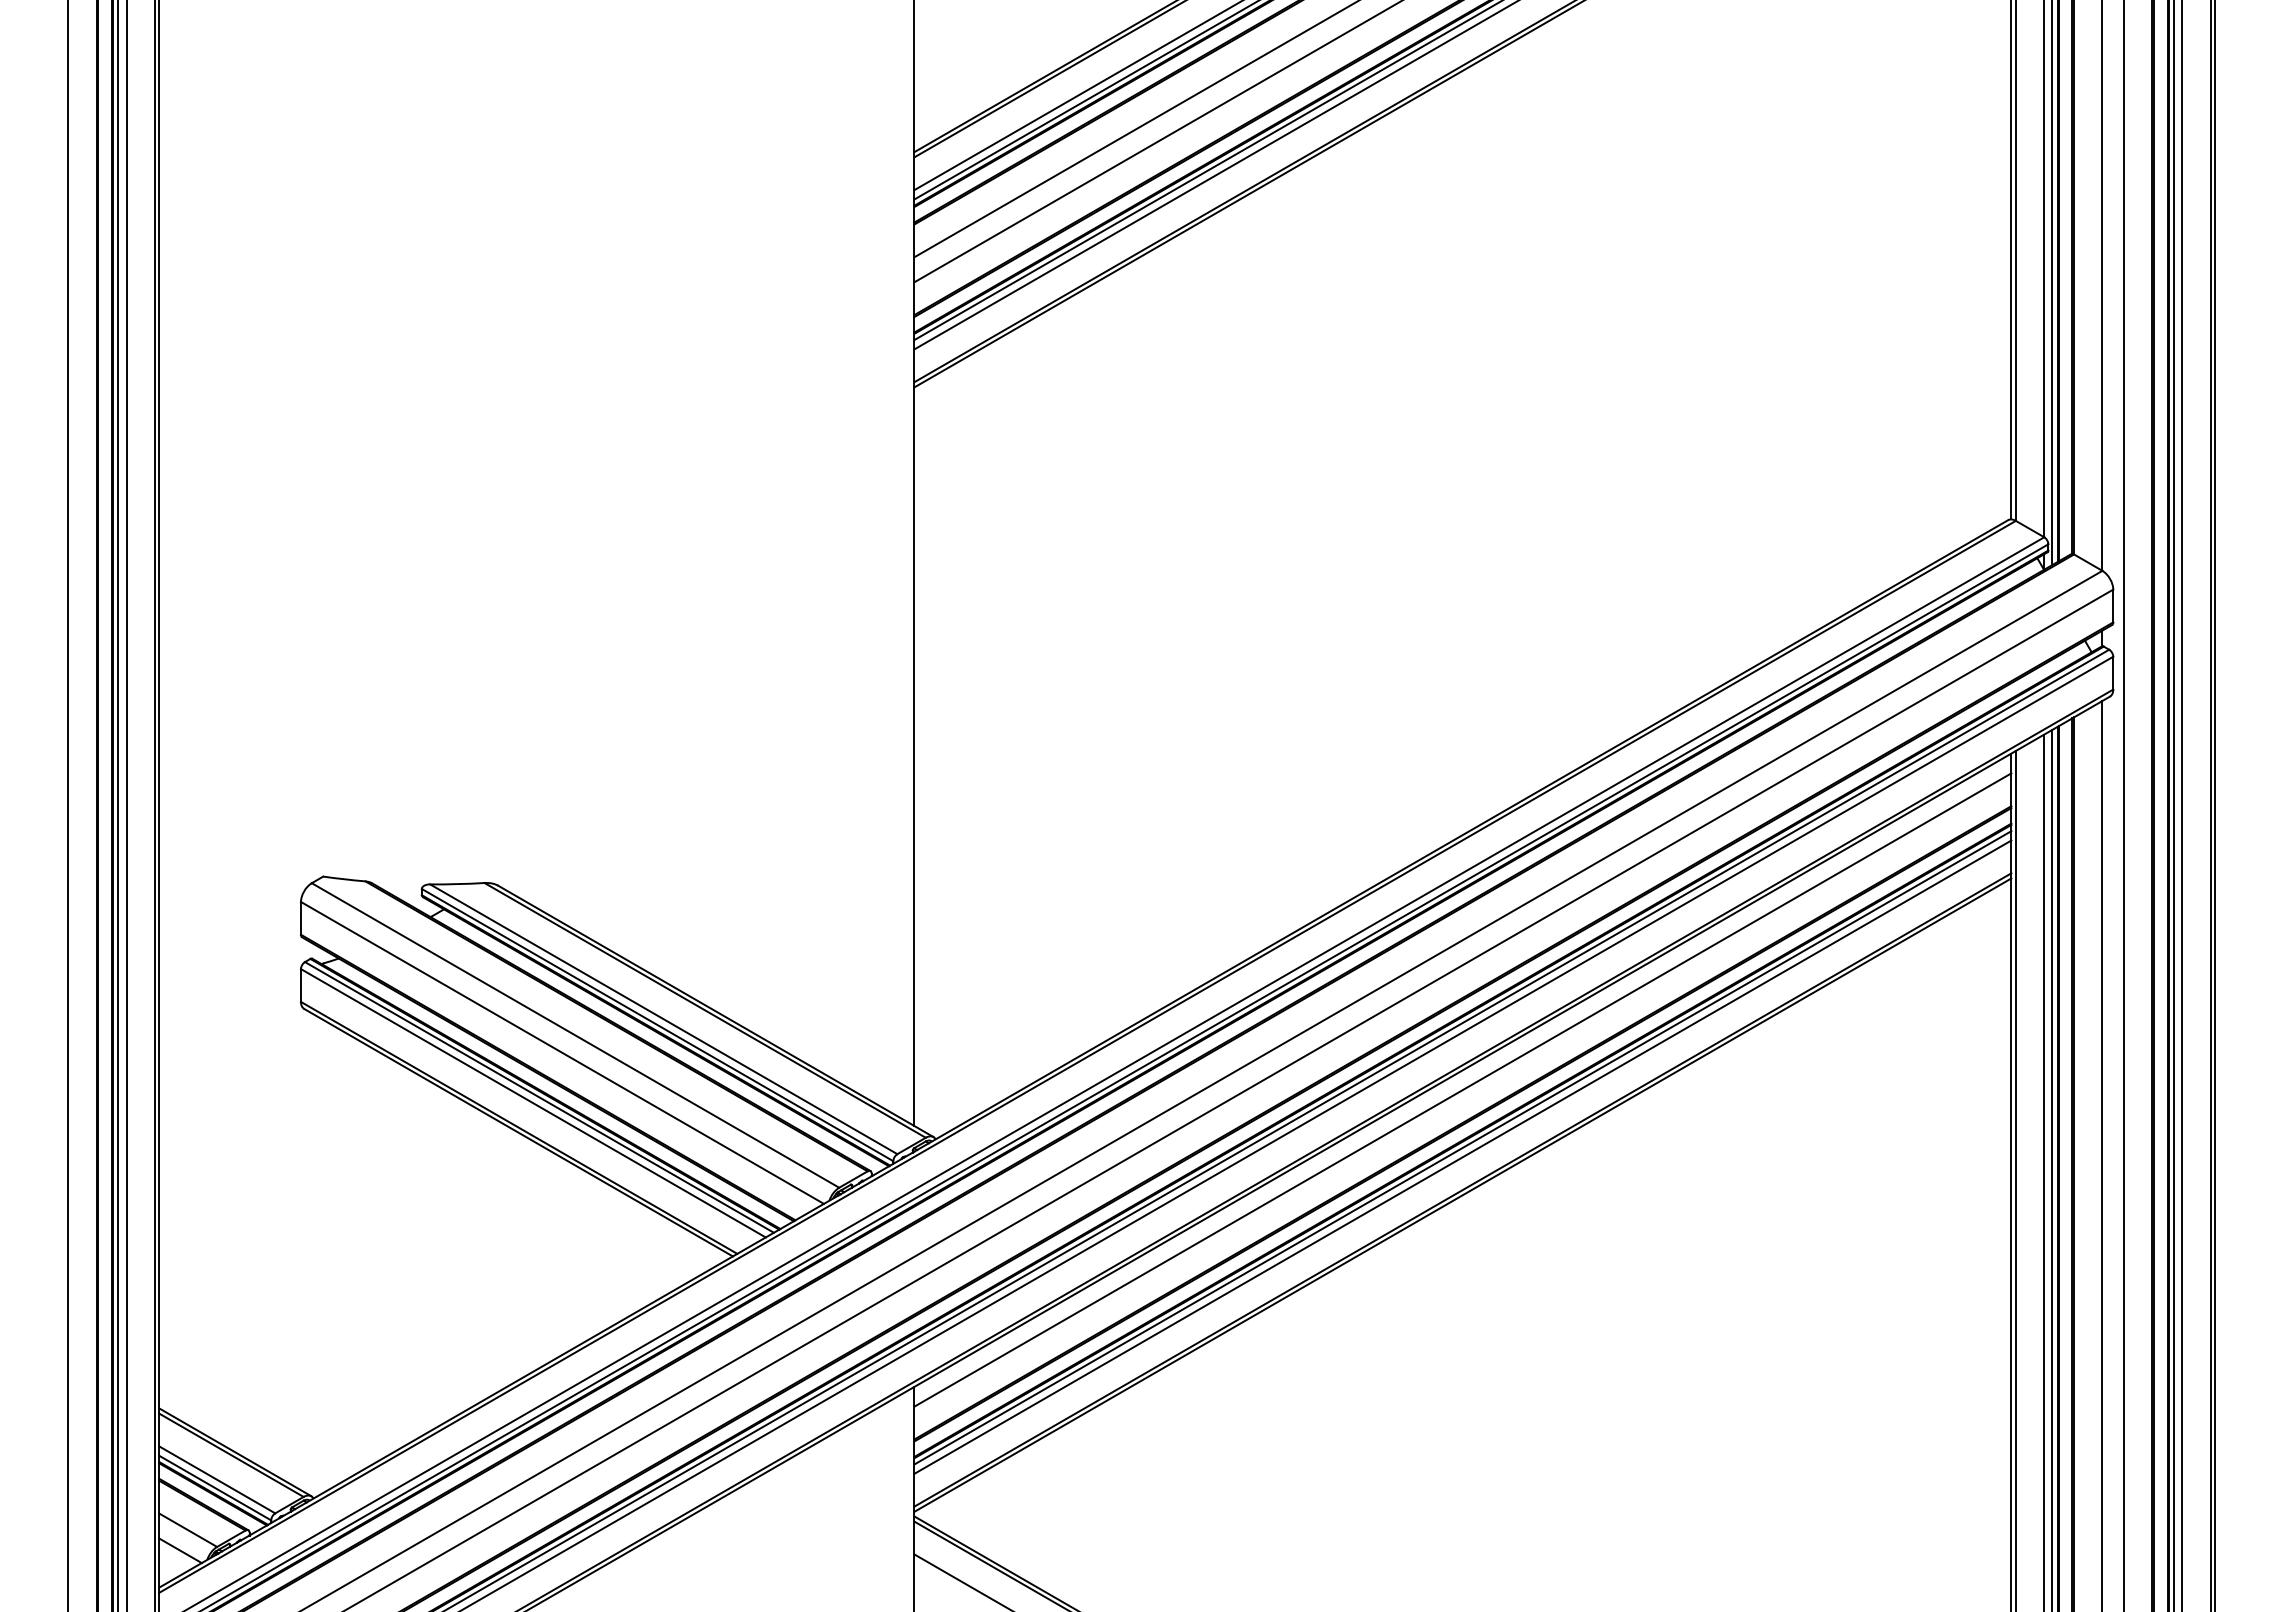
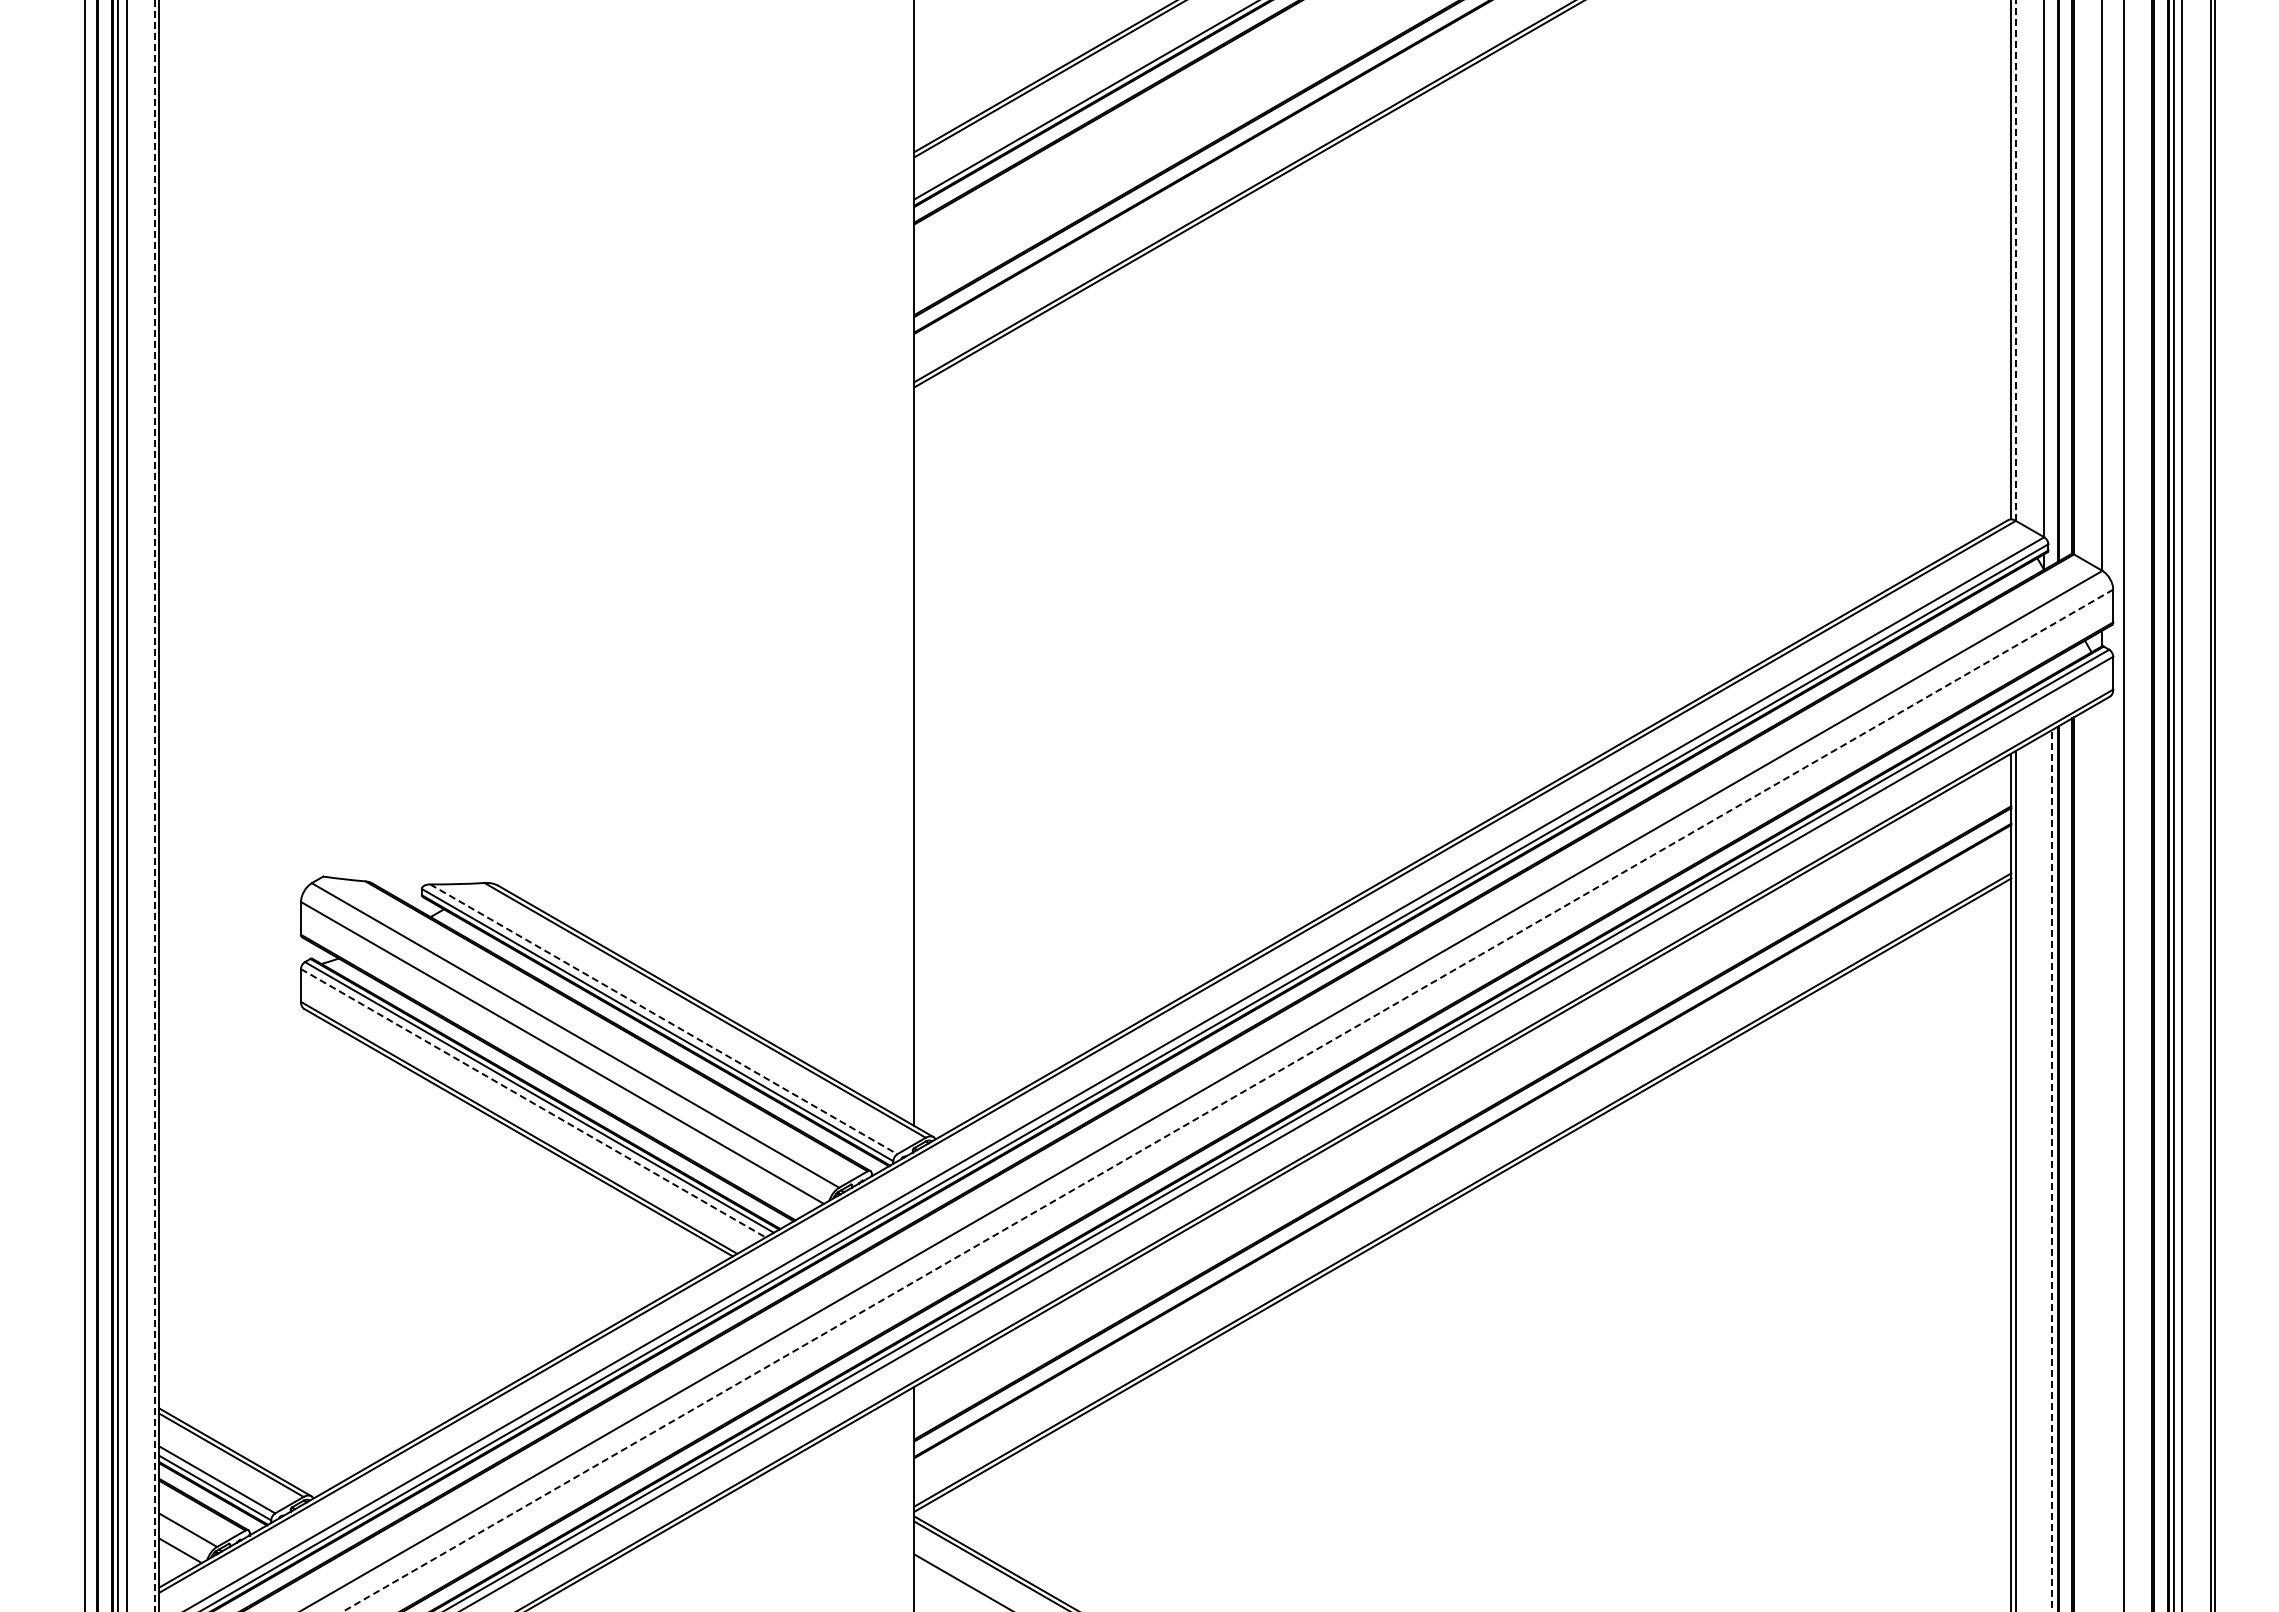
line at (1077, 96): present -> none
line at (1135, 129): present -> none
line at (1156, 142): present -> none
line at (1206, 171): present -> none
line at (1214, 175): present -> none
line at (2015, 259): solid -> dashed
line at (2052, 283): present -> none
line at (68, 805) position: (68, 805) -> (85, 805)
line at (154, 805): solid -> dashed
line at (663, 1019): solid -> dashed
line at (1462, 1089): present -> none
line at (1228, 1100): solid -> dashed
line at (533, 1103): solid -> dashed
line at (1462, 1147): present -> none
line at (2102, 1154): present -> none
line at (1462, 1156): present -> none
line at (2052, 1170): solid -> dashed
line at (2044, 1171): present -> none
